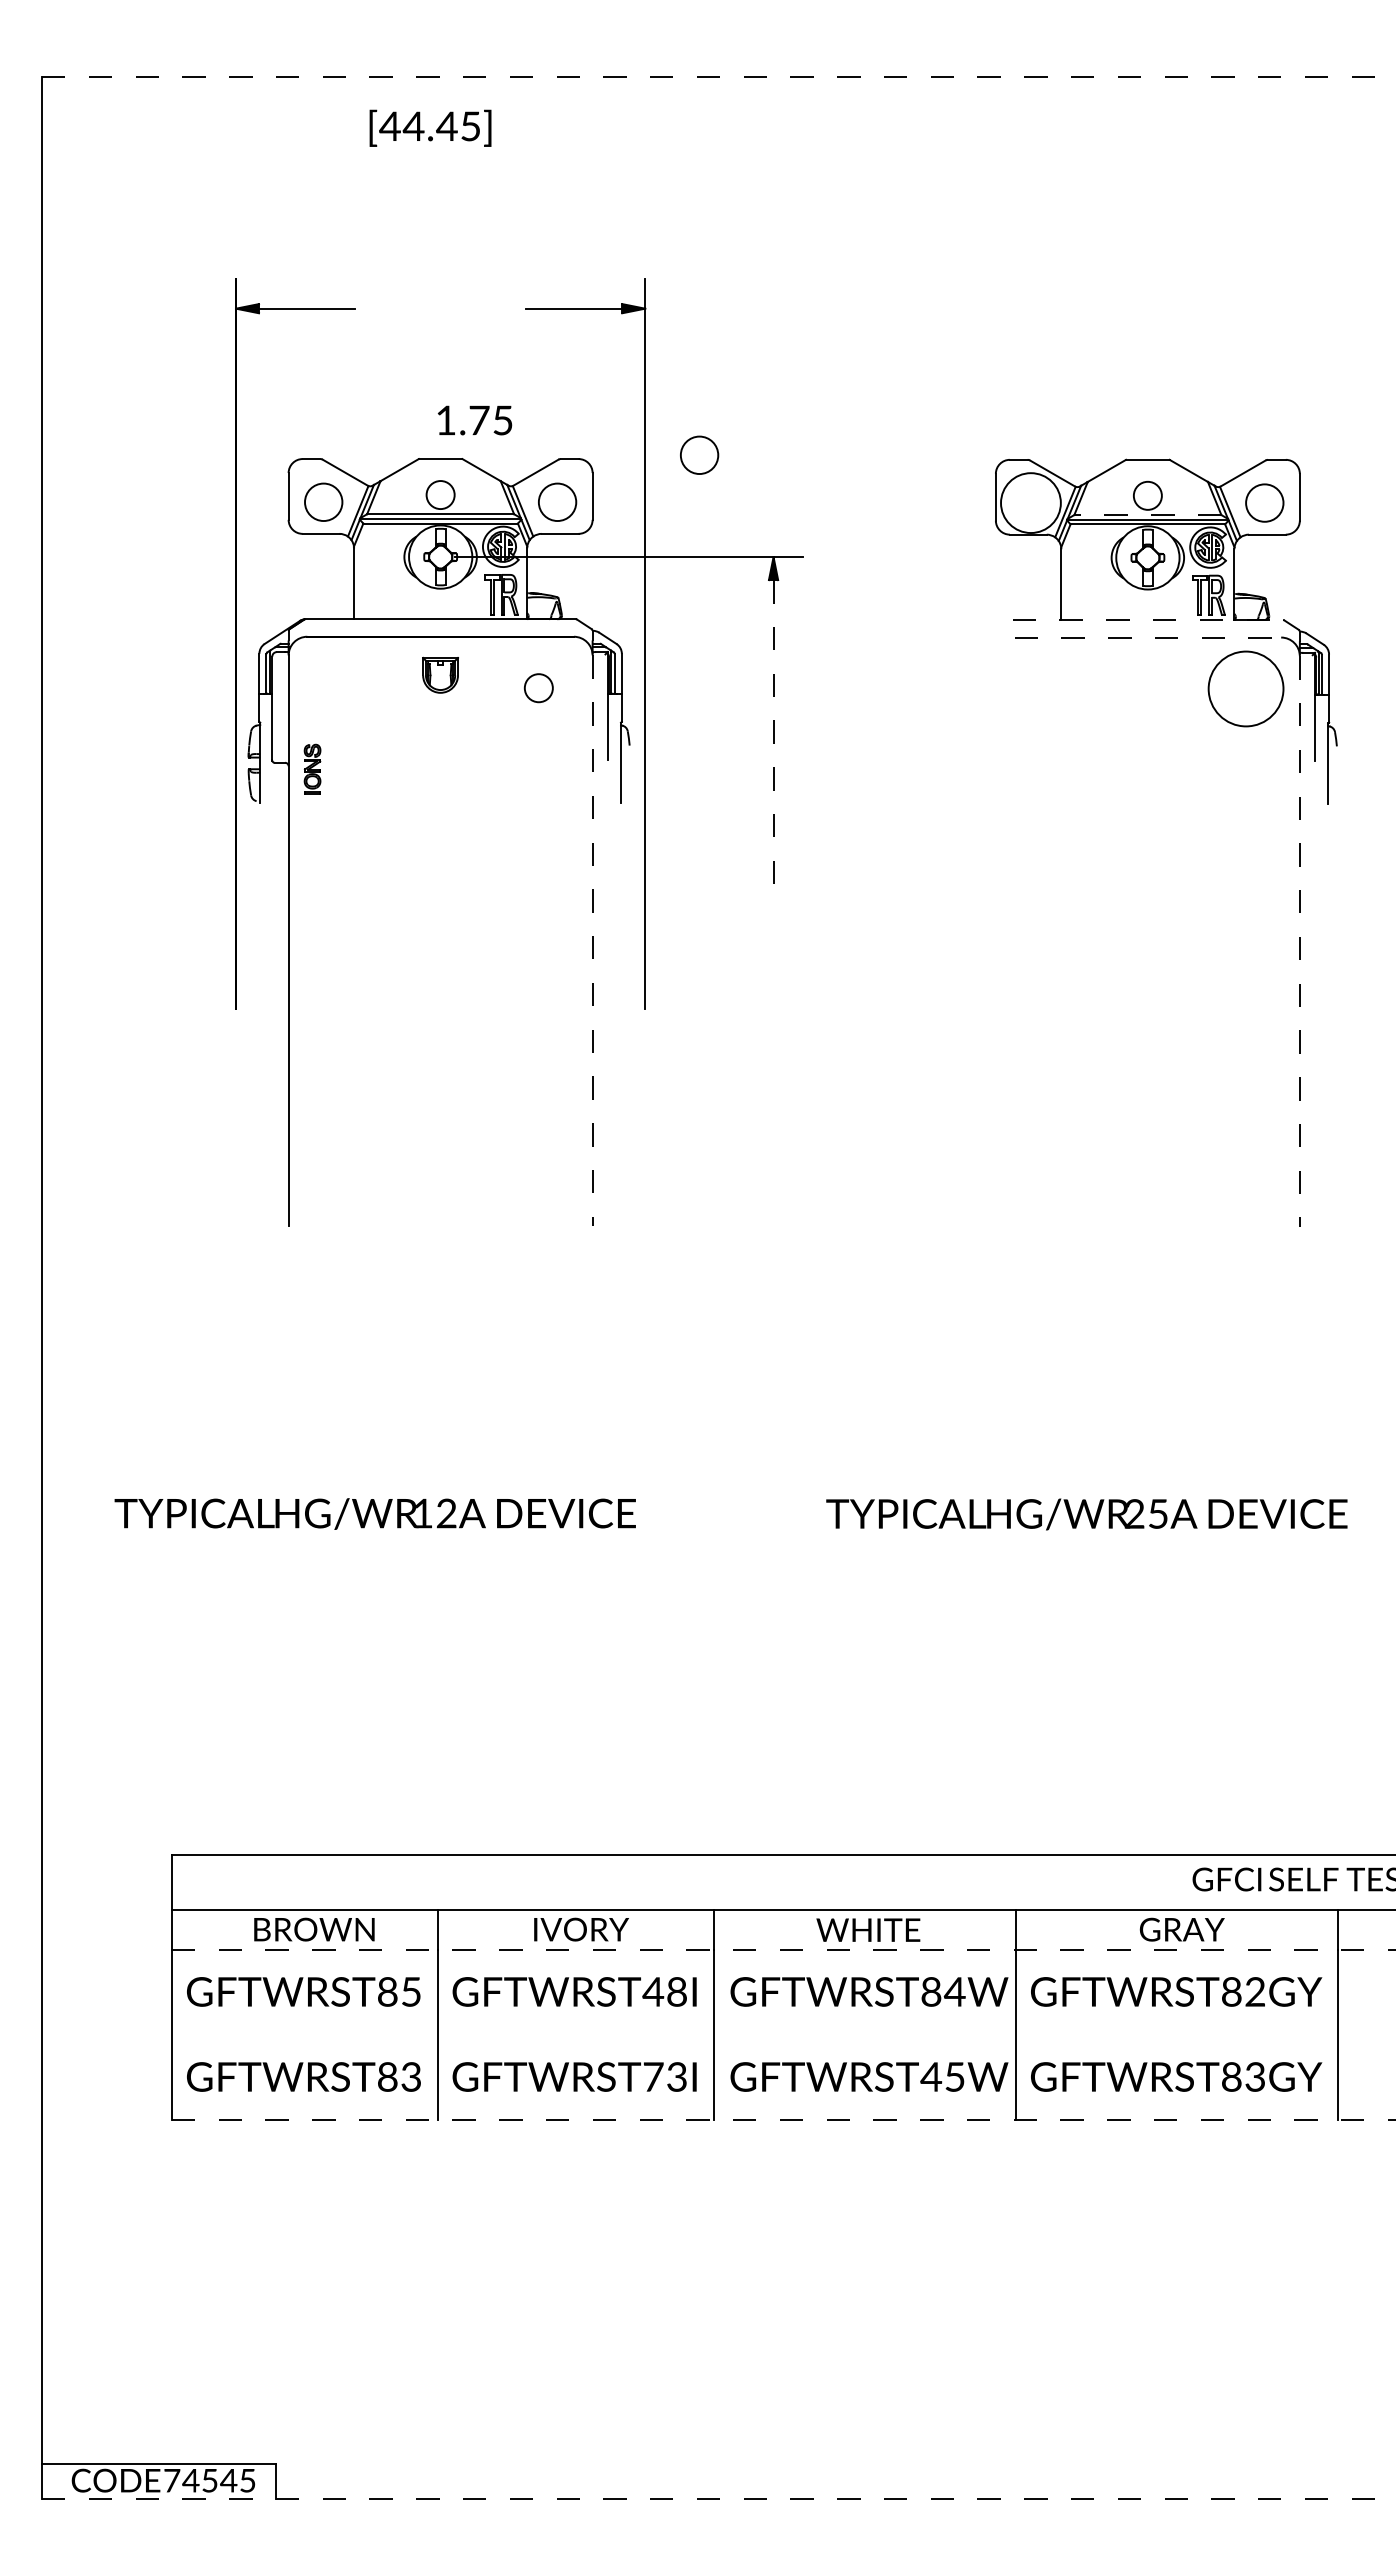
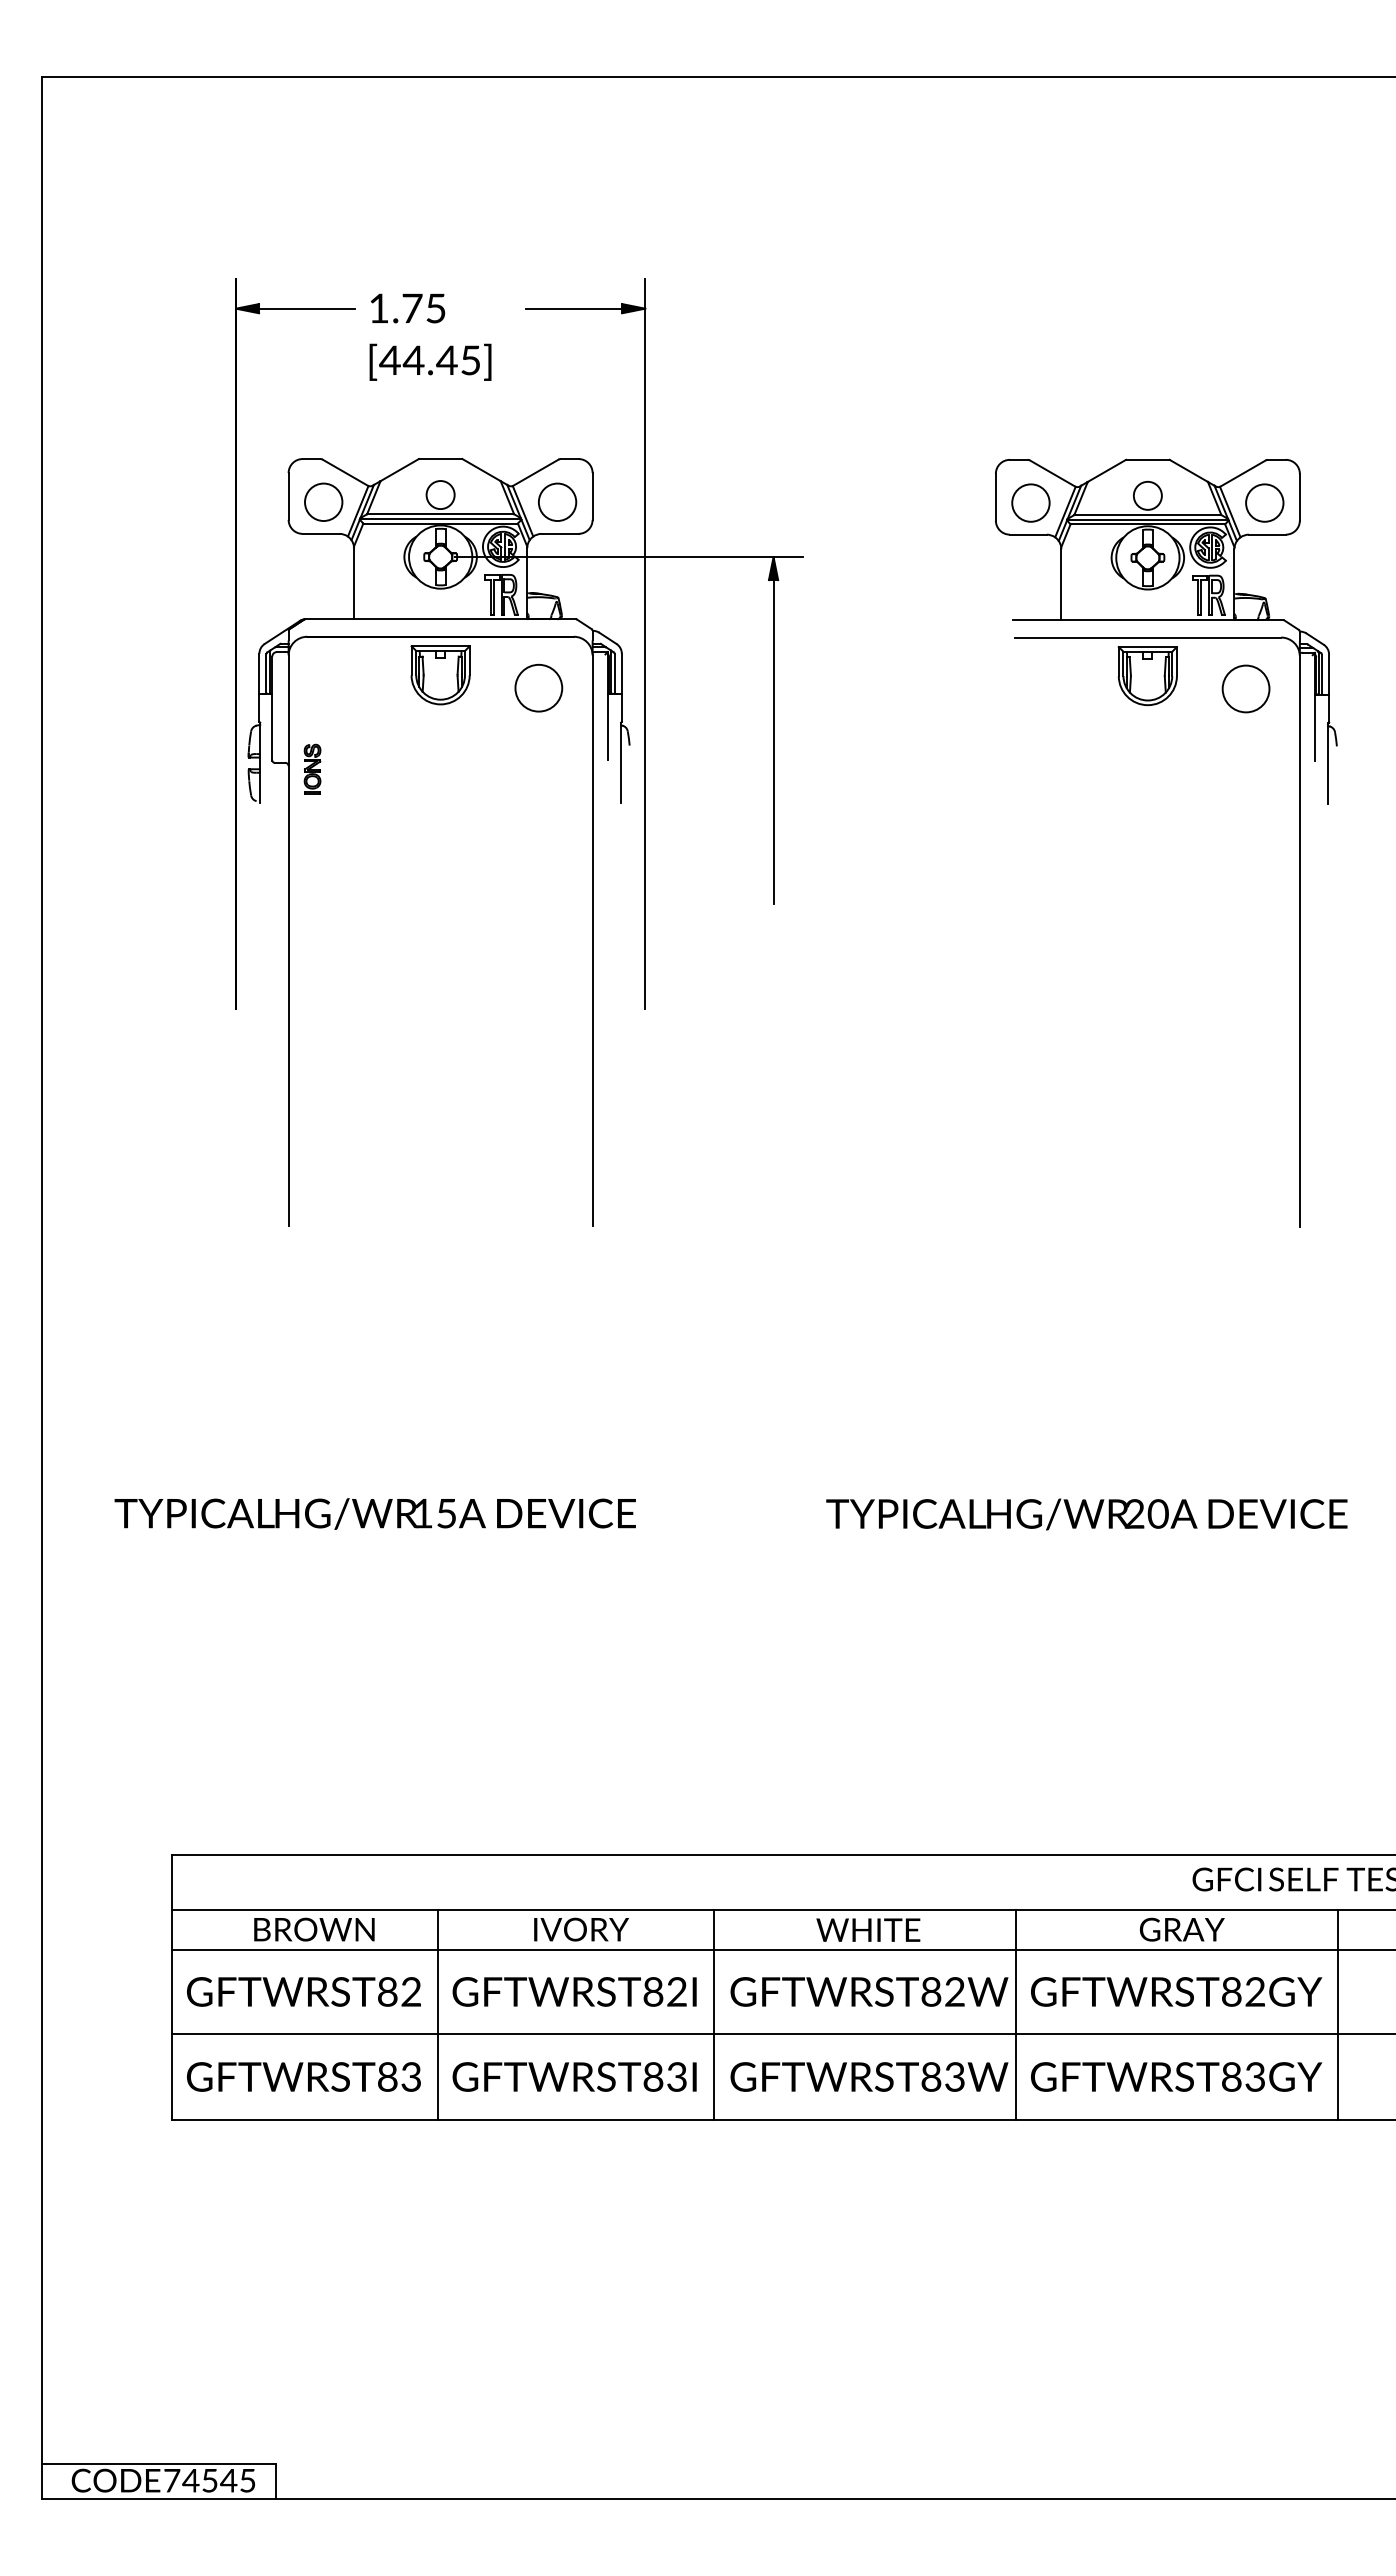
line at (719, 77): dashed -> solid
text at (430, 127) position: (430, 127) -> (430, 361)
text at (474, 420) position: (474, 420) -> (407, 308)
circle at (699, 454): present -> none
circle at (1030, 503) diameter: 60 px -> 37 px
line at (1147, 515): dashed -> solid
line at (1148, 620): dashed -> solid
line at (1148, 637): dashed -> solid
part at (440, 674) size: 37x38 px -> 61x61 px
part at (1147, 676): none -> present
circle at (538, 688) diameter: 28 px -> 47 px
circle at (1245, 688) diameter: 75 px -> 47 px
line at (773, 741): dashed -> solid
line at (592, 941): dashed -> solid
line at (1299, 942): dashed -> solid
text at (446, 1513): 12A -> 15A
text at (1157, 1513): 25A -> 20A
line at (783, 1950): dashed -> solid
text at (410, 1991): GFTWRST85 -> GFTWRST82
text at (664, 1991): GFTWRST48I -> GFTWRST82I
text at (954, 1991): GFTWRST84W -> GFTWRST82W
line at (781, 2034): none -> present
text at (653, 2076): GFTWRST73I -> GFTWRST83I
text at (942, 2076): GFTWRST45W -> GFTWRST83W
line at (783, 2120): dashed -> solid
line at (719, 2498): dashed -> solid
